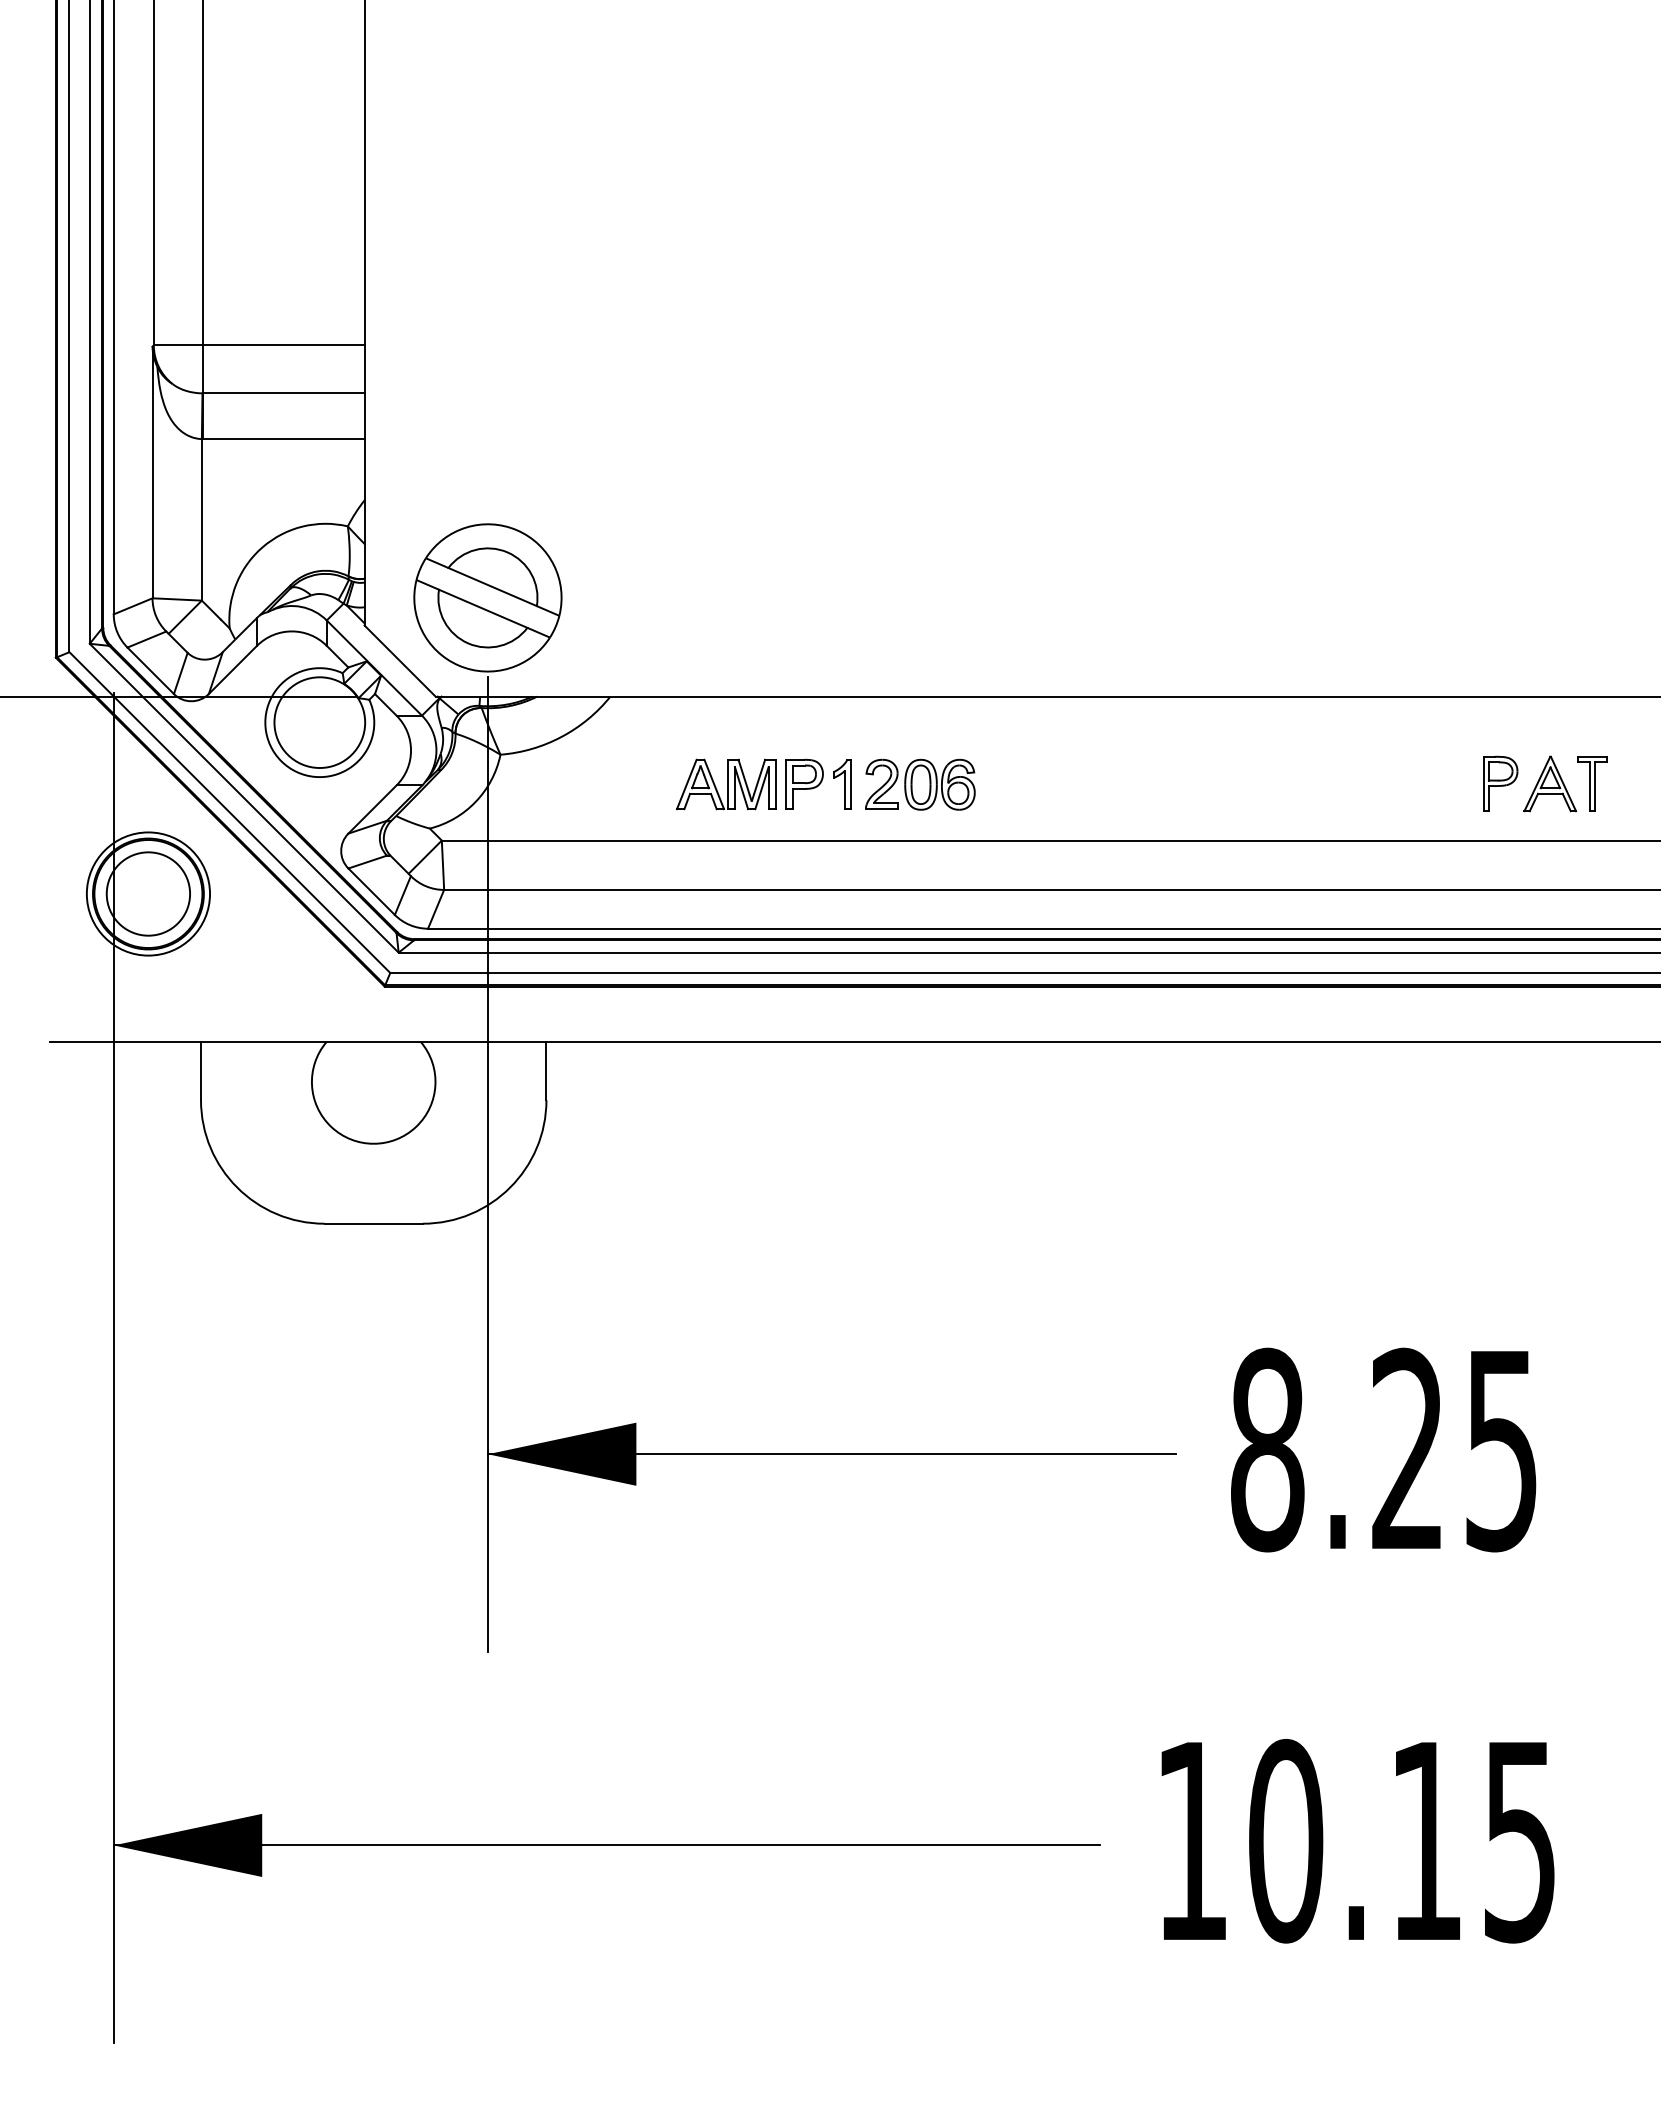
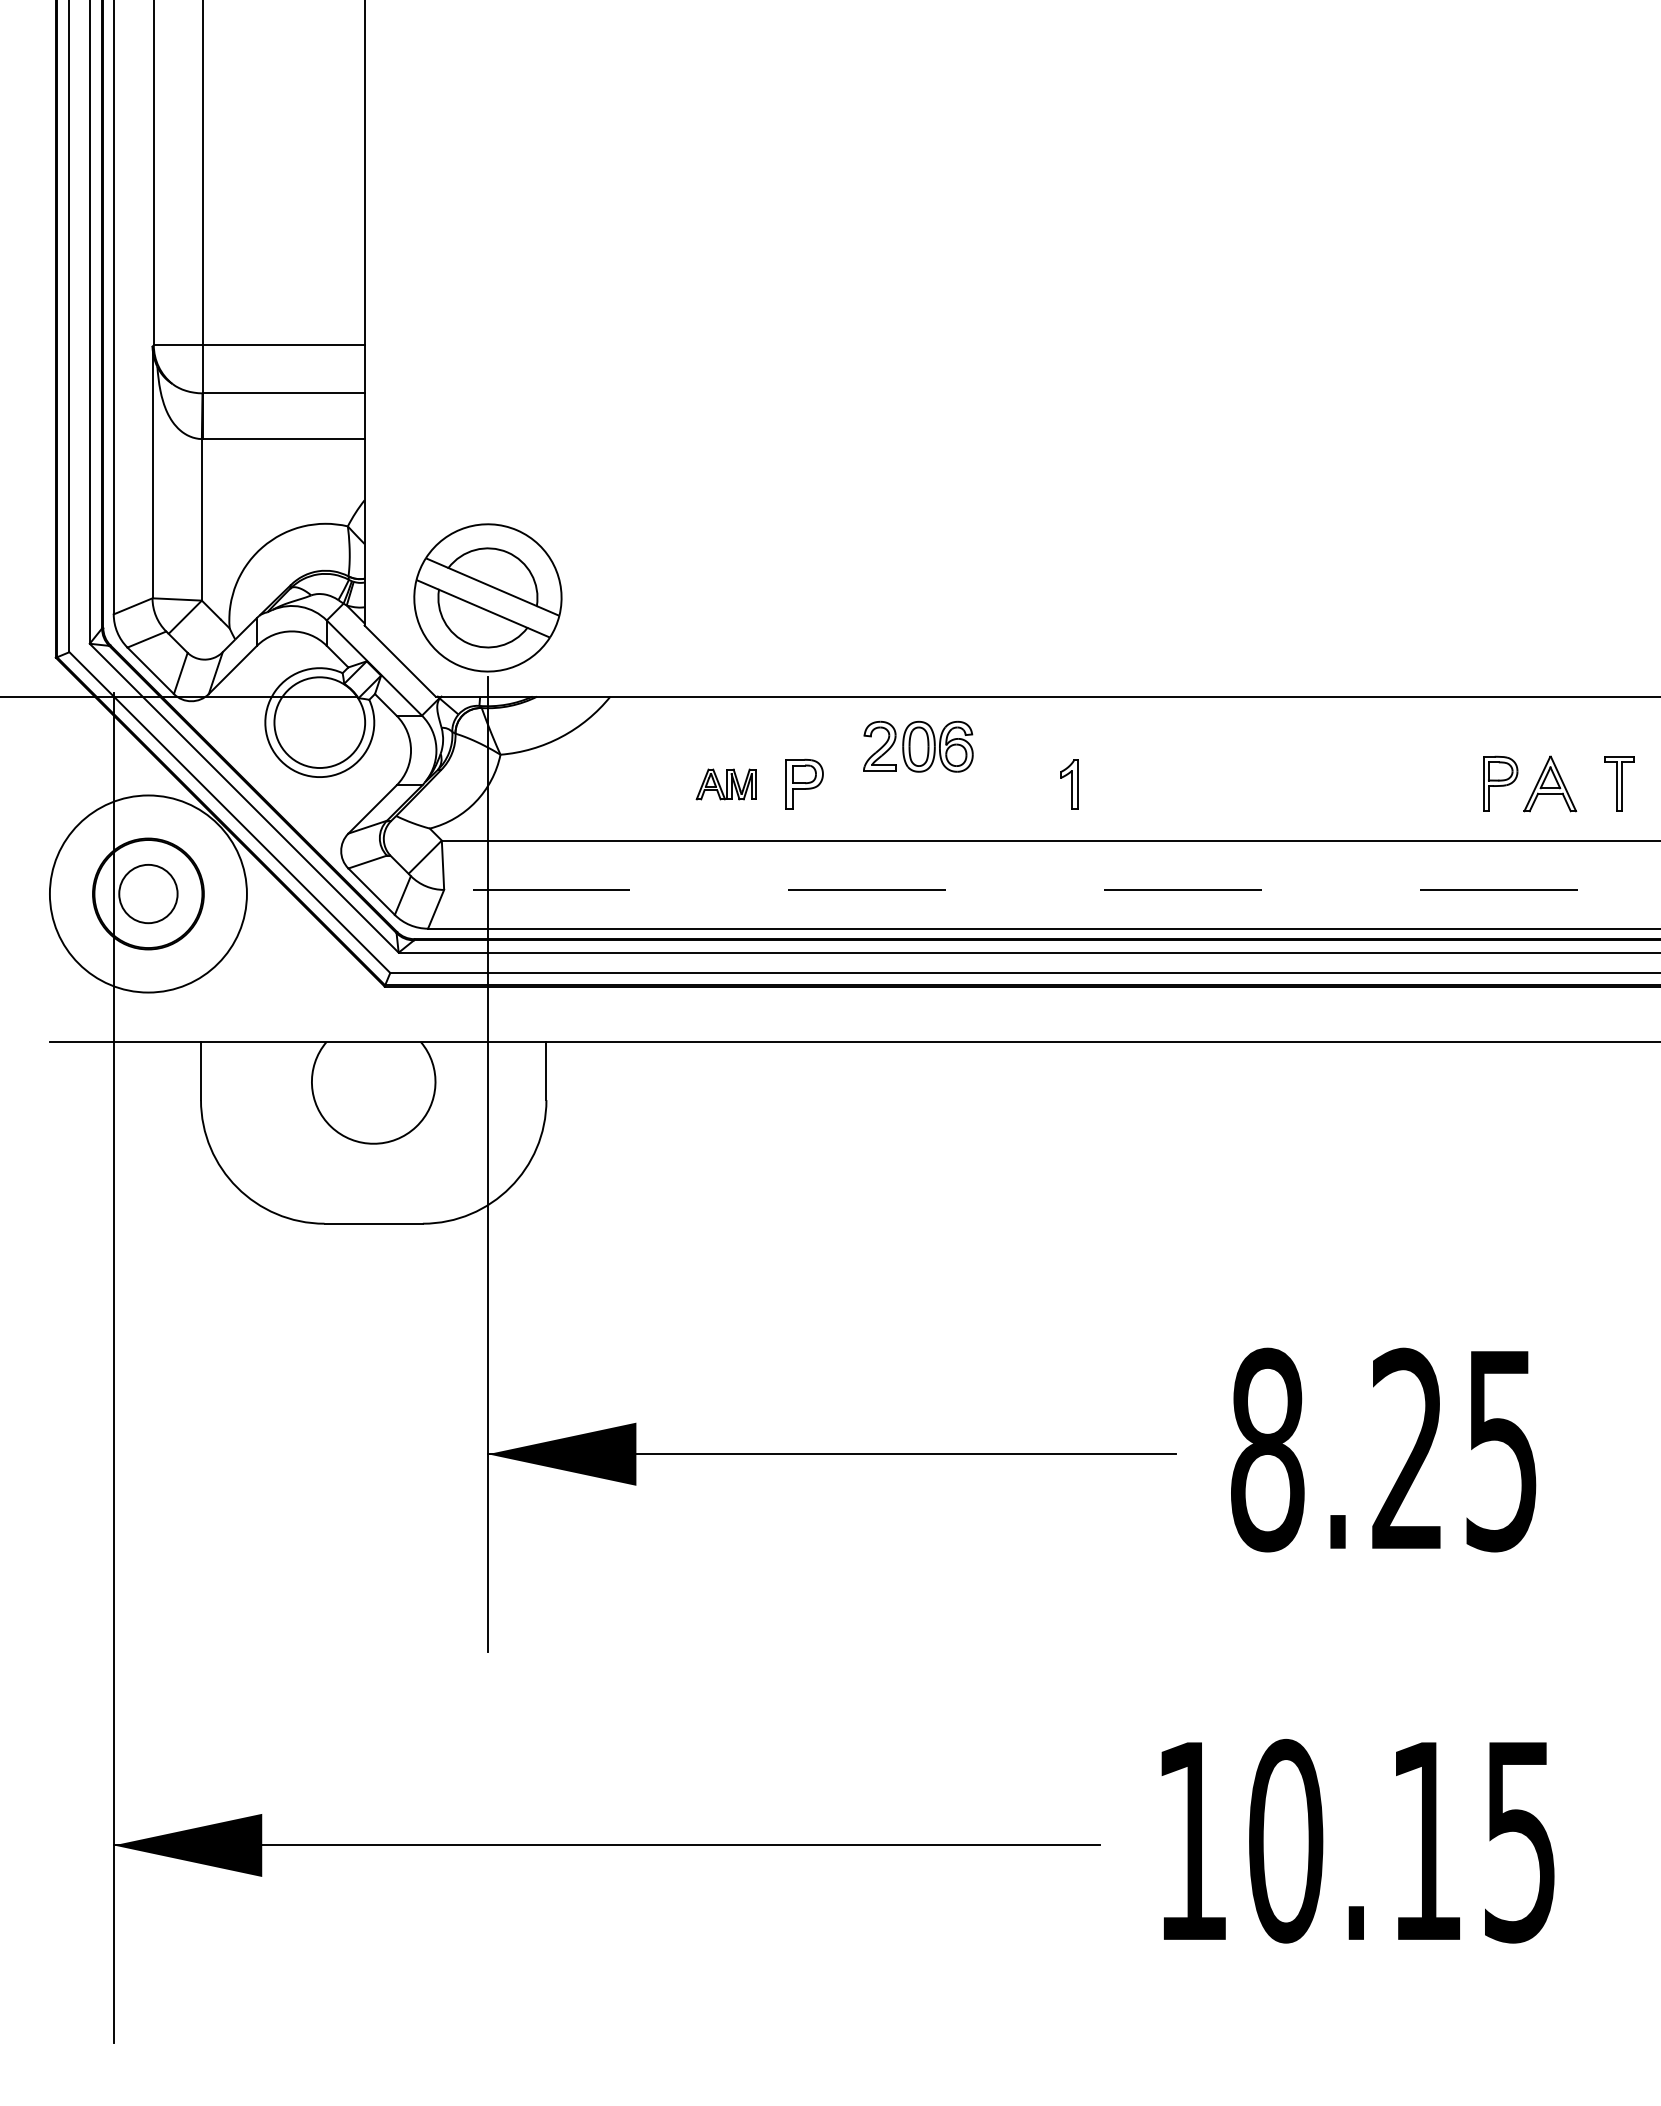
part at (1592, 783) position: (1592, 783) -> (1619, 783)
part at (726, 784) size: 101x53 px -> 62x33 px
part at (842, 784) position: (842, 784) -> (1069, 784)
part at (920, 784) position: (920, 784) -> (918, 746)
line at (1052, 889): solid -> dashed
circle at (148, 893) diameter: 123 px -> 197 px
circle at (148, 893) diameter: 83 px -> 58 px
